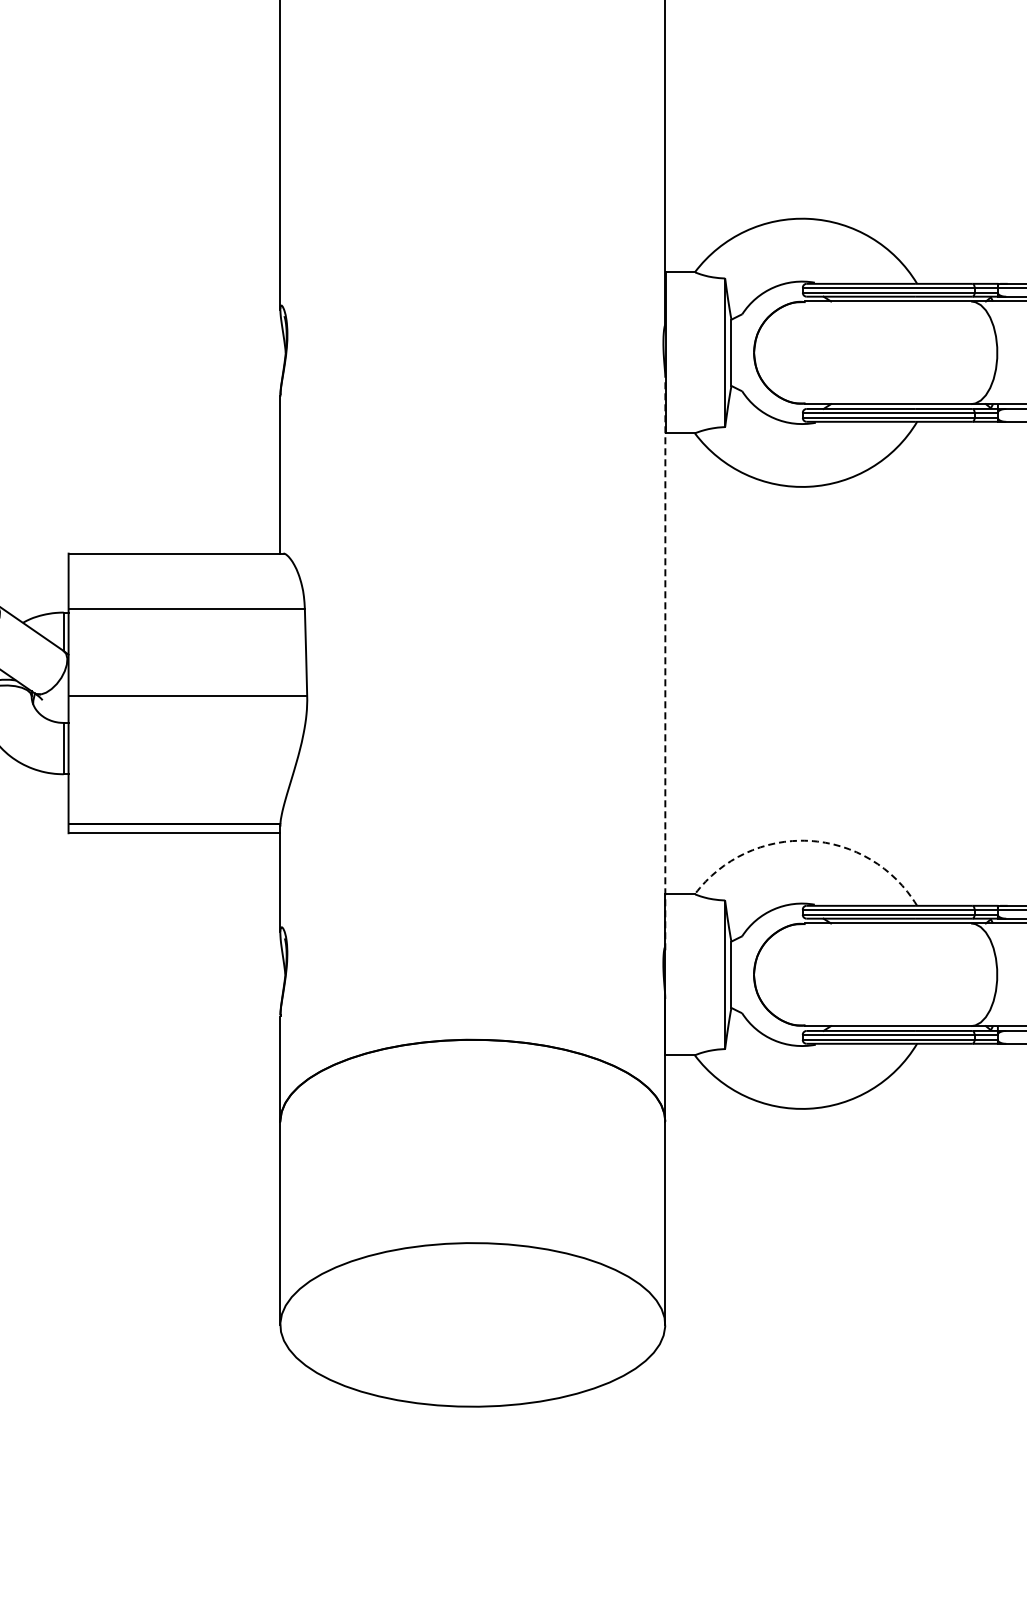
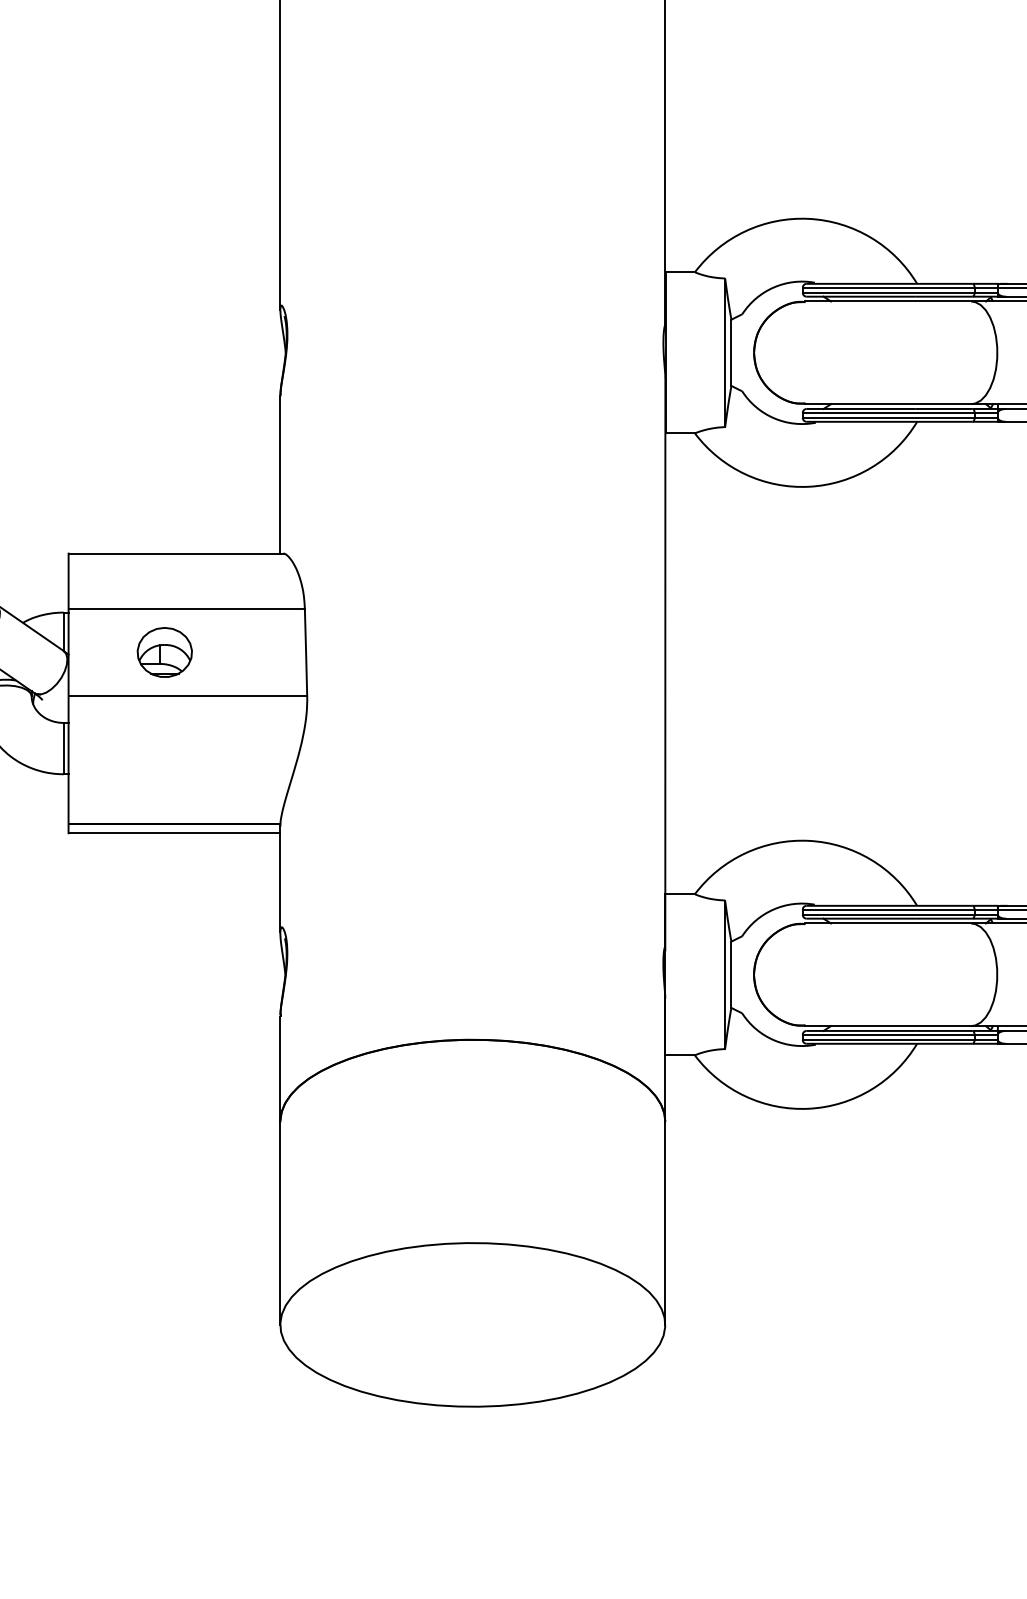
part at (164, 652): none -> present
line at (665, 663): dashed -> solid
arc at (808, 840): dashed -> solid
